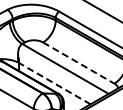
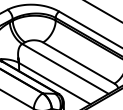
line at (79, 63): dashed -> solid
line at (54, 83): dashed -> solid
